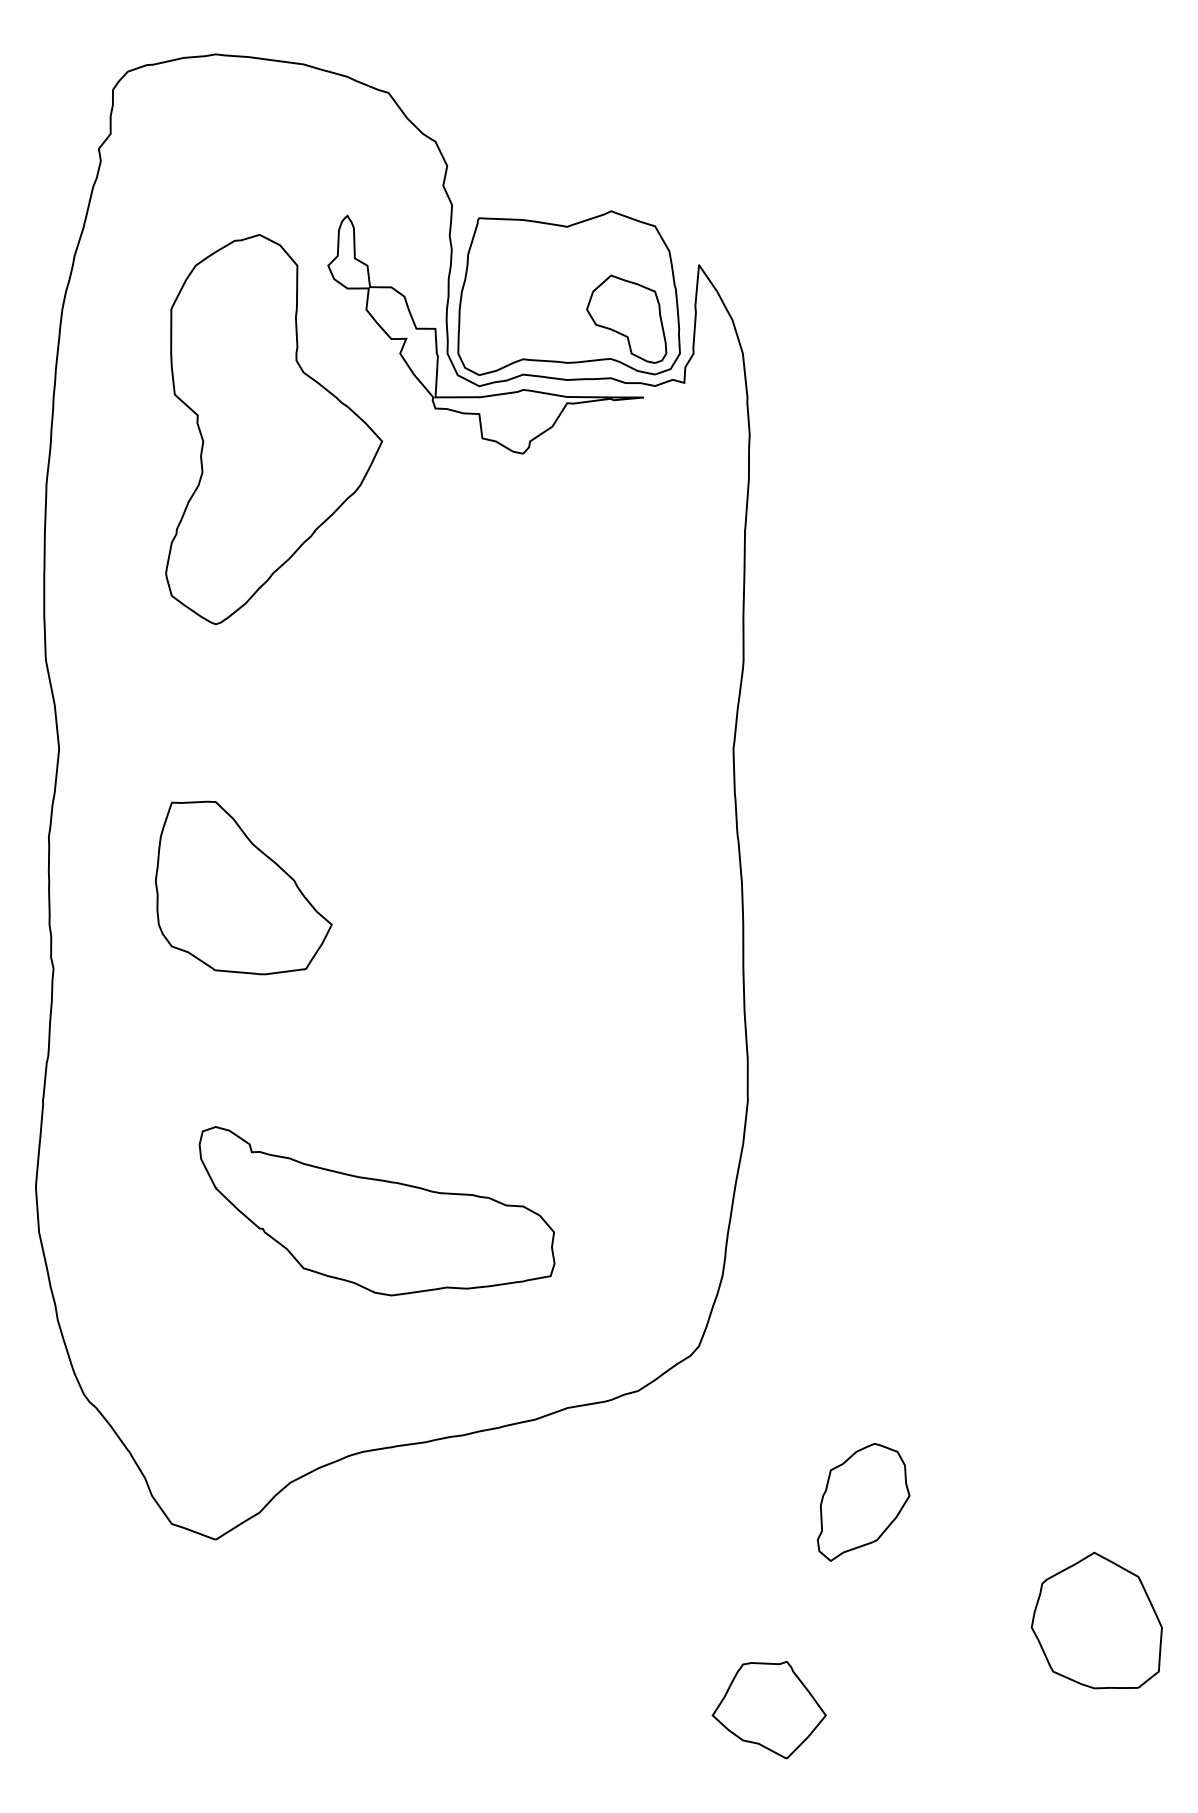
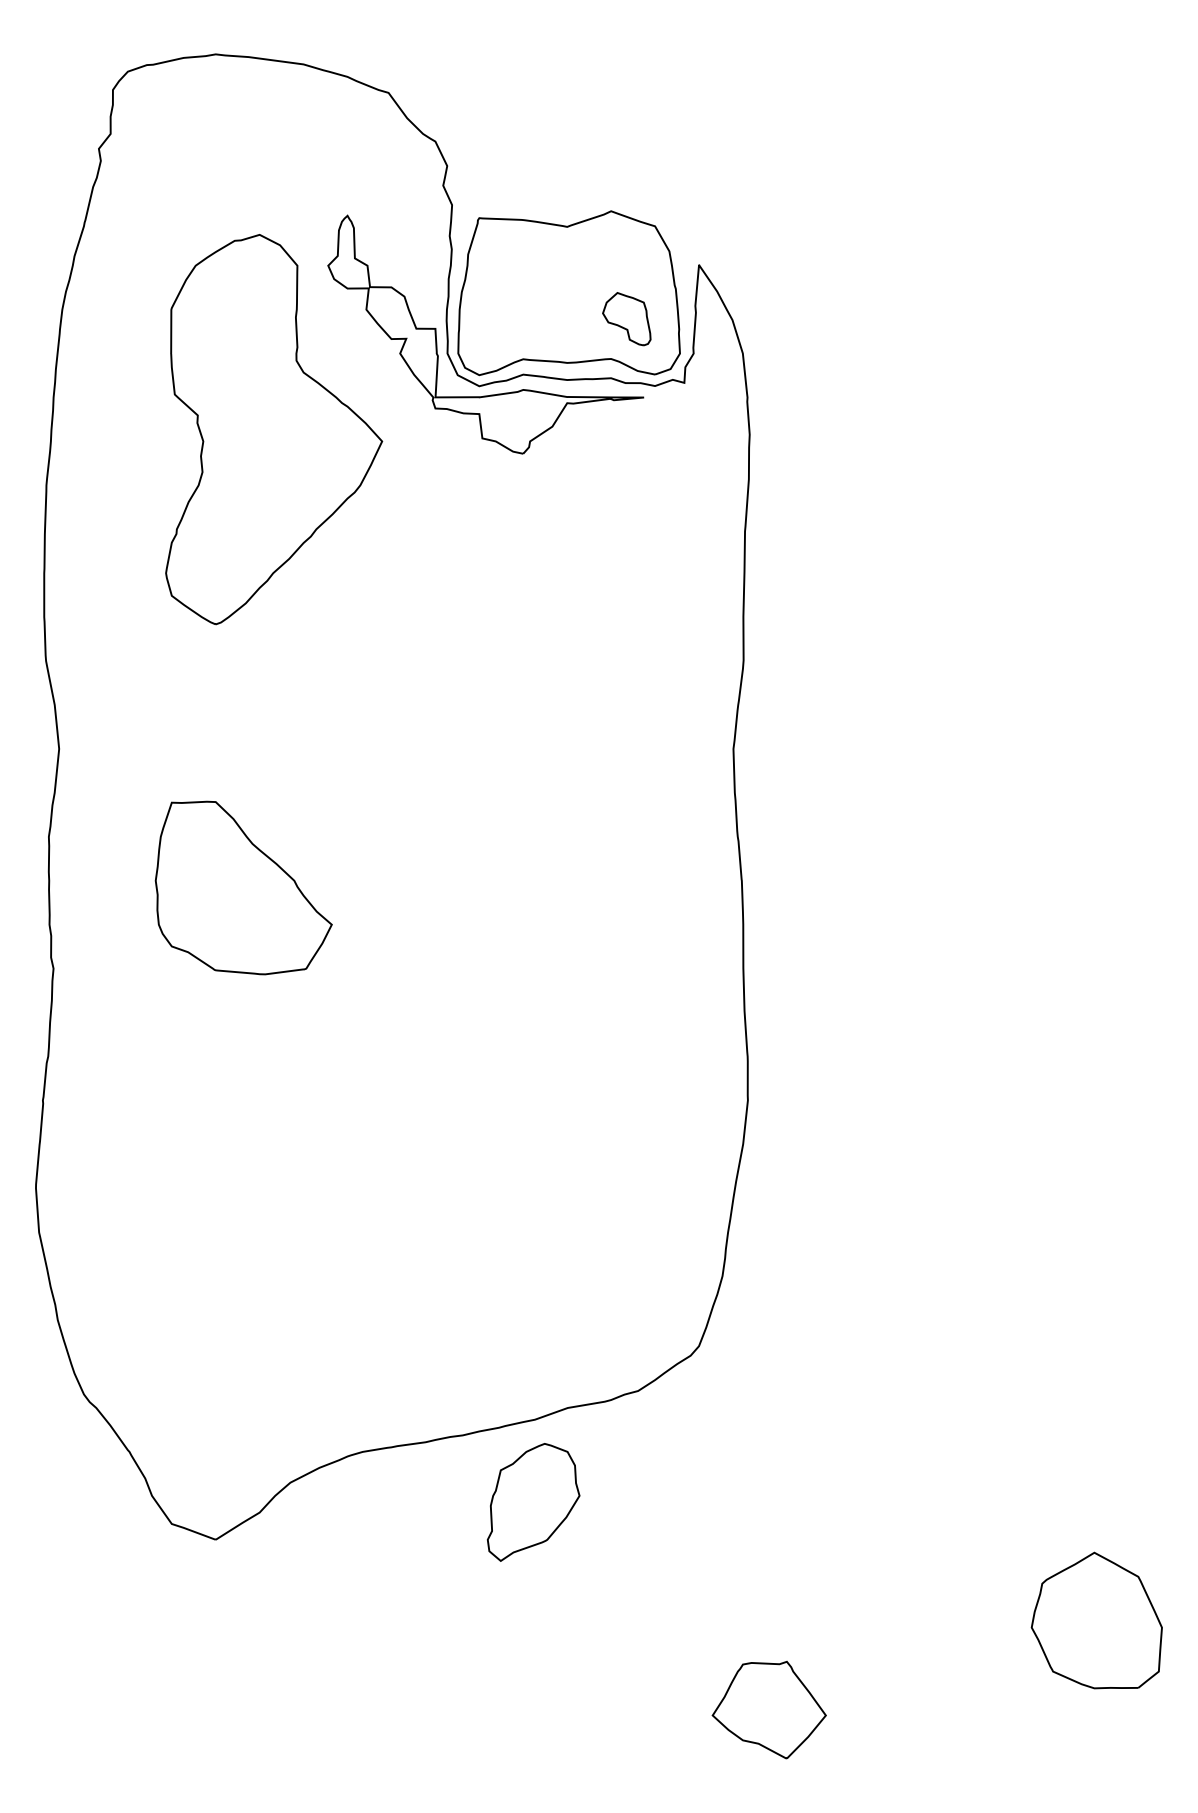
part at (626, 318) size: 82x90 px -> 50x55 px
part at (376, 1211): present -> none
part at (863, 1502) position: (863, 1502) -> (533, 1502)
